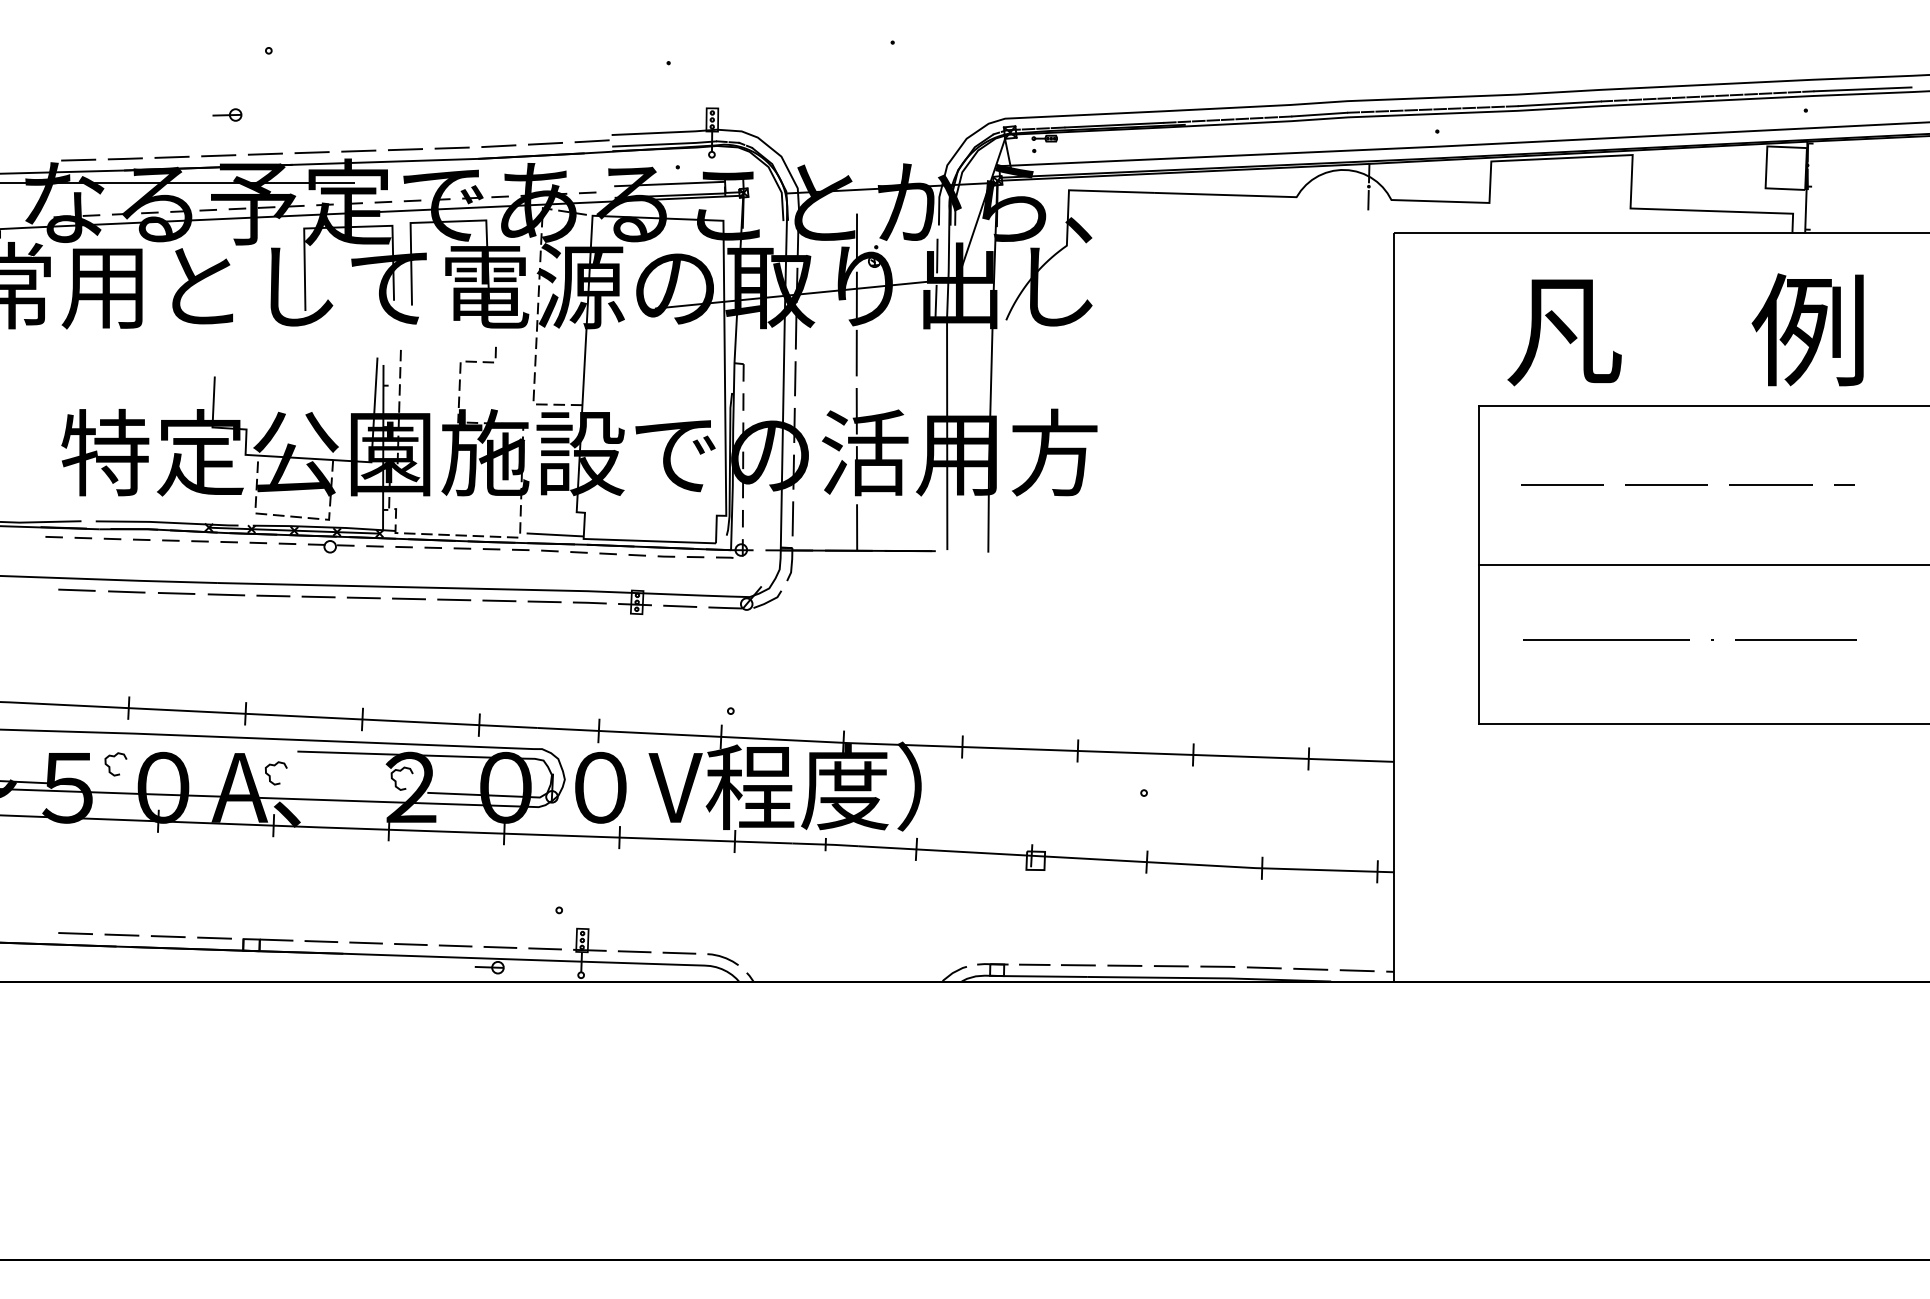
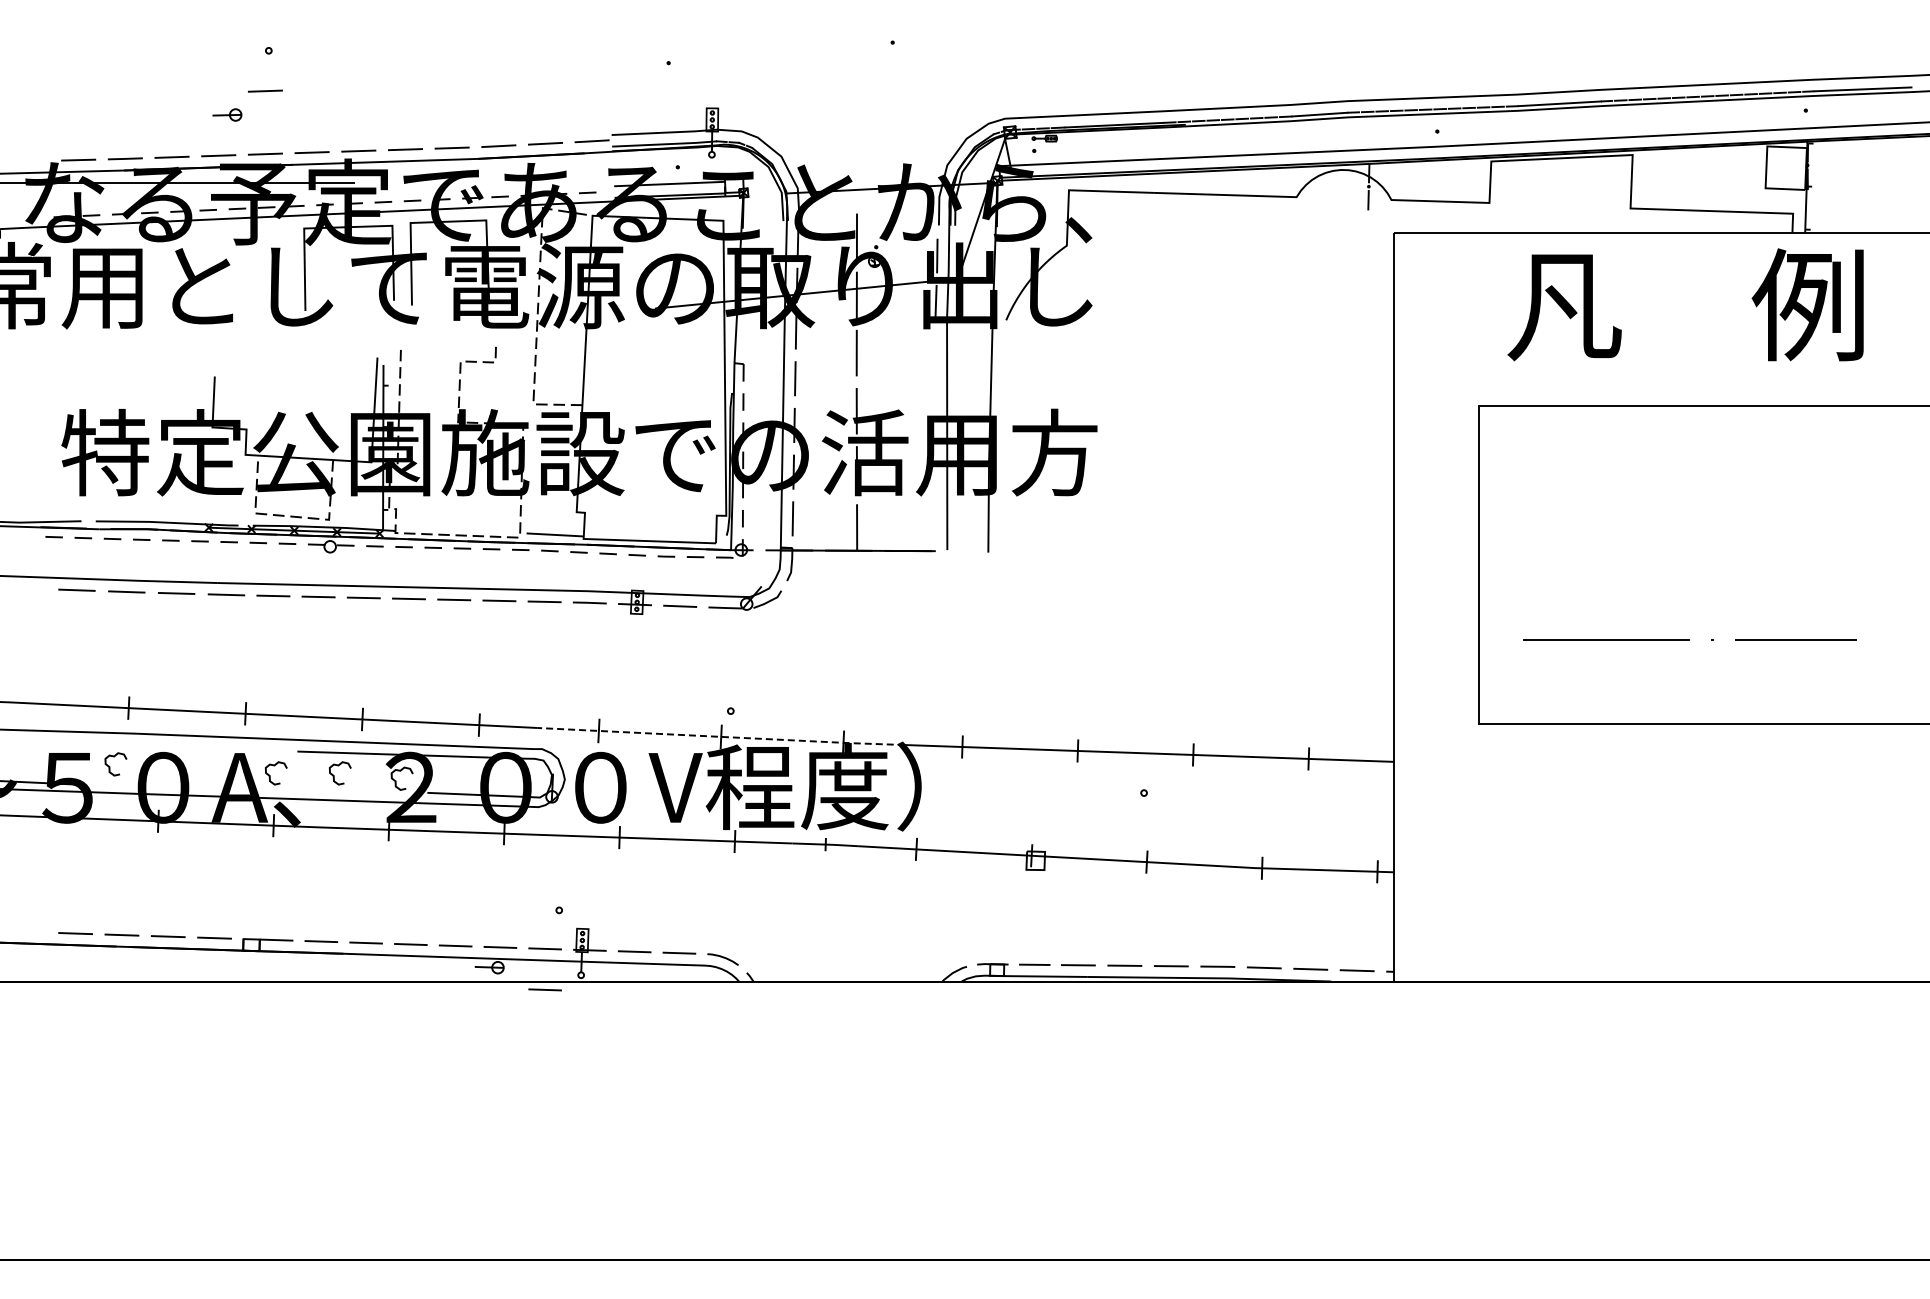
line at (265, 90): none -> present
text at (1685, 329) position: (1685, 329) -> (1685, 304)
line at (1687, 484): present -> none
line at (1702, 564): present -> none
line at (722, 736): solid -> dashed
curve at (334, 775): none -> present
line at (544, 989): none -> present
